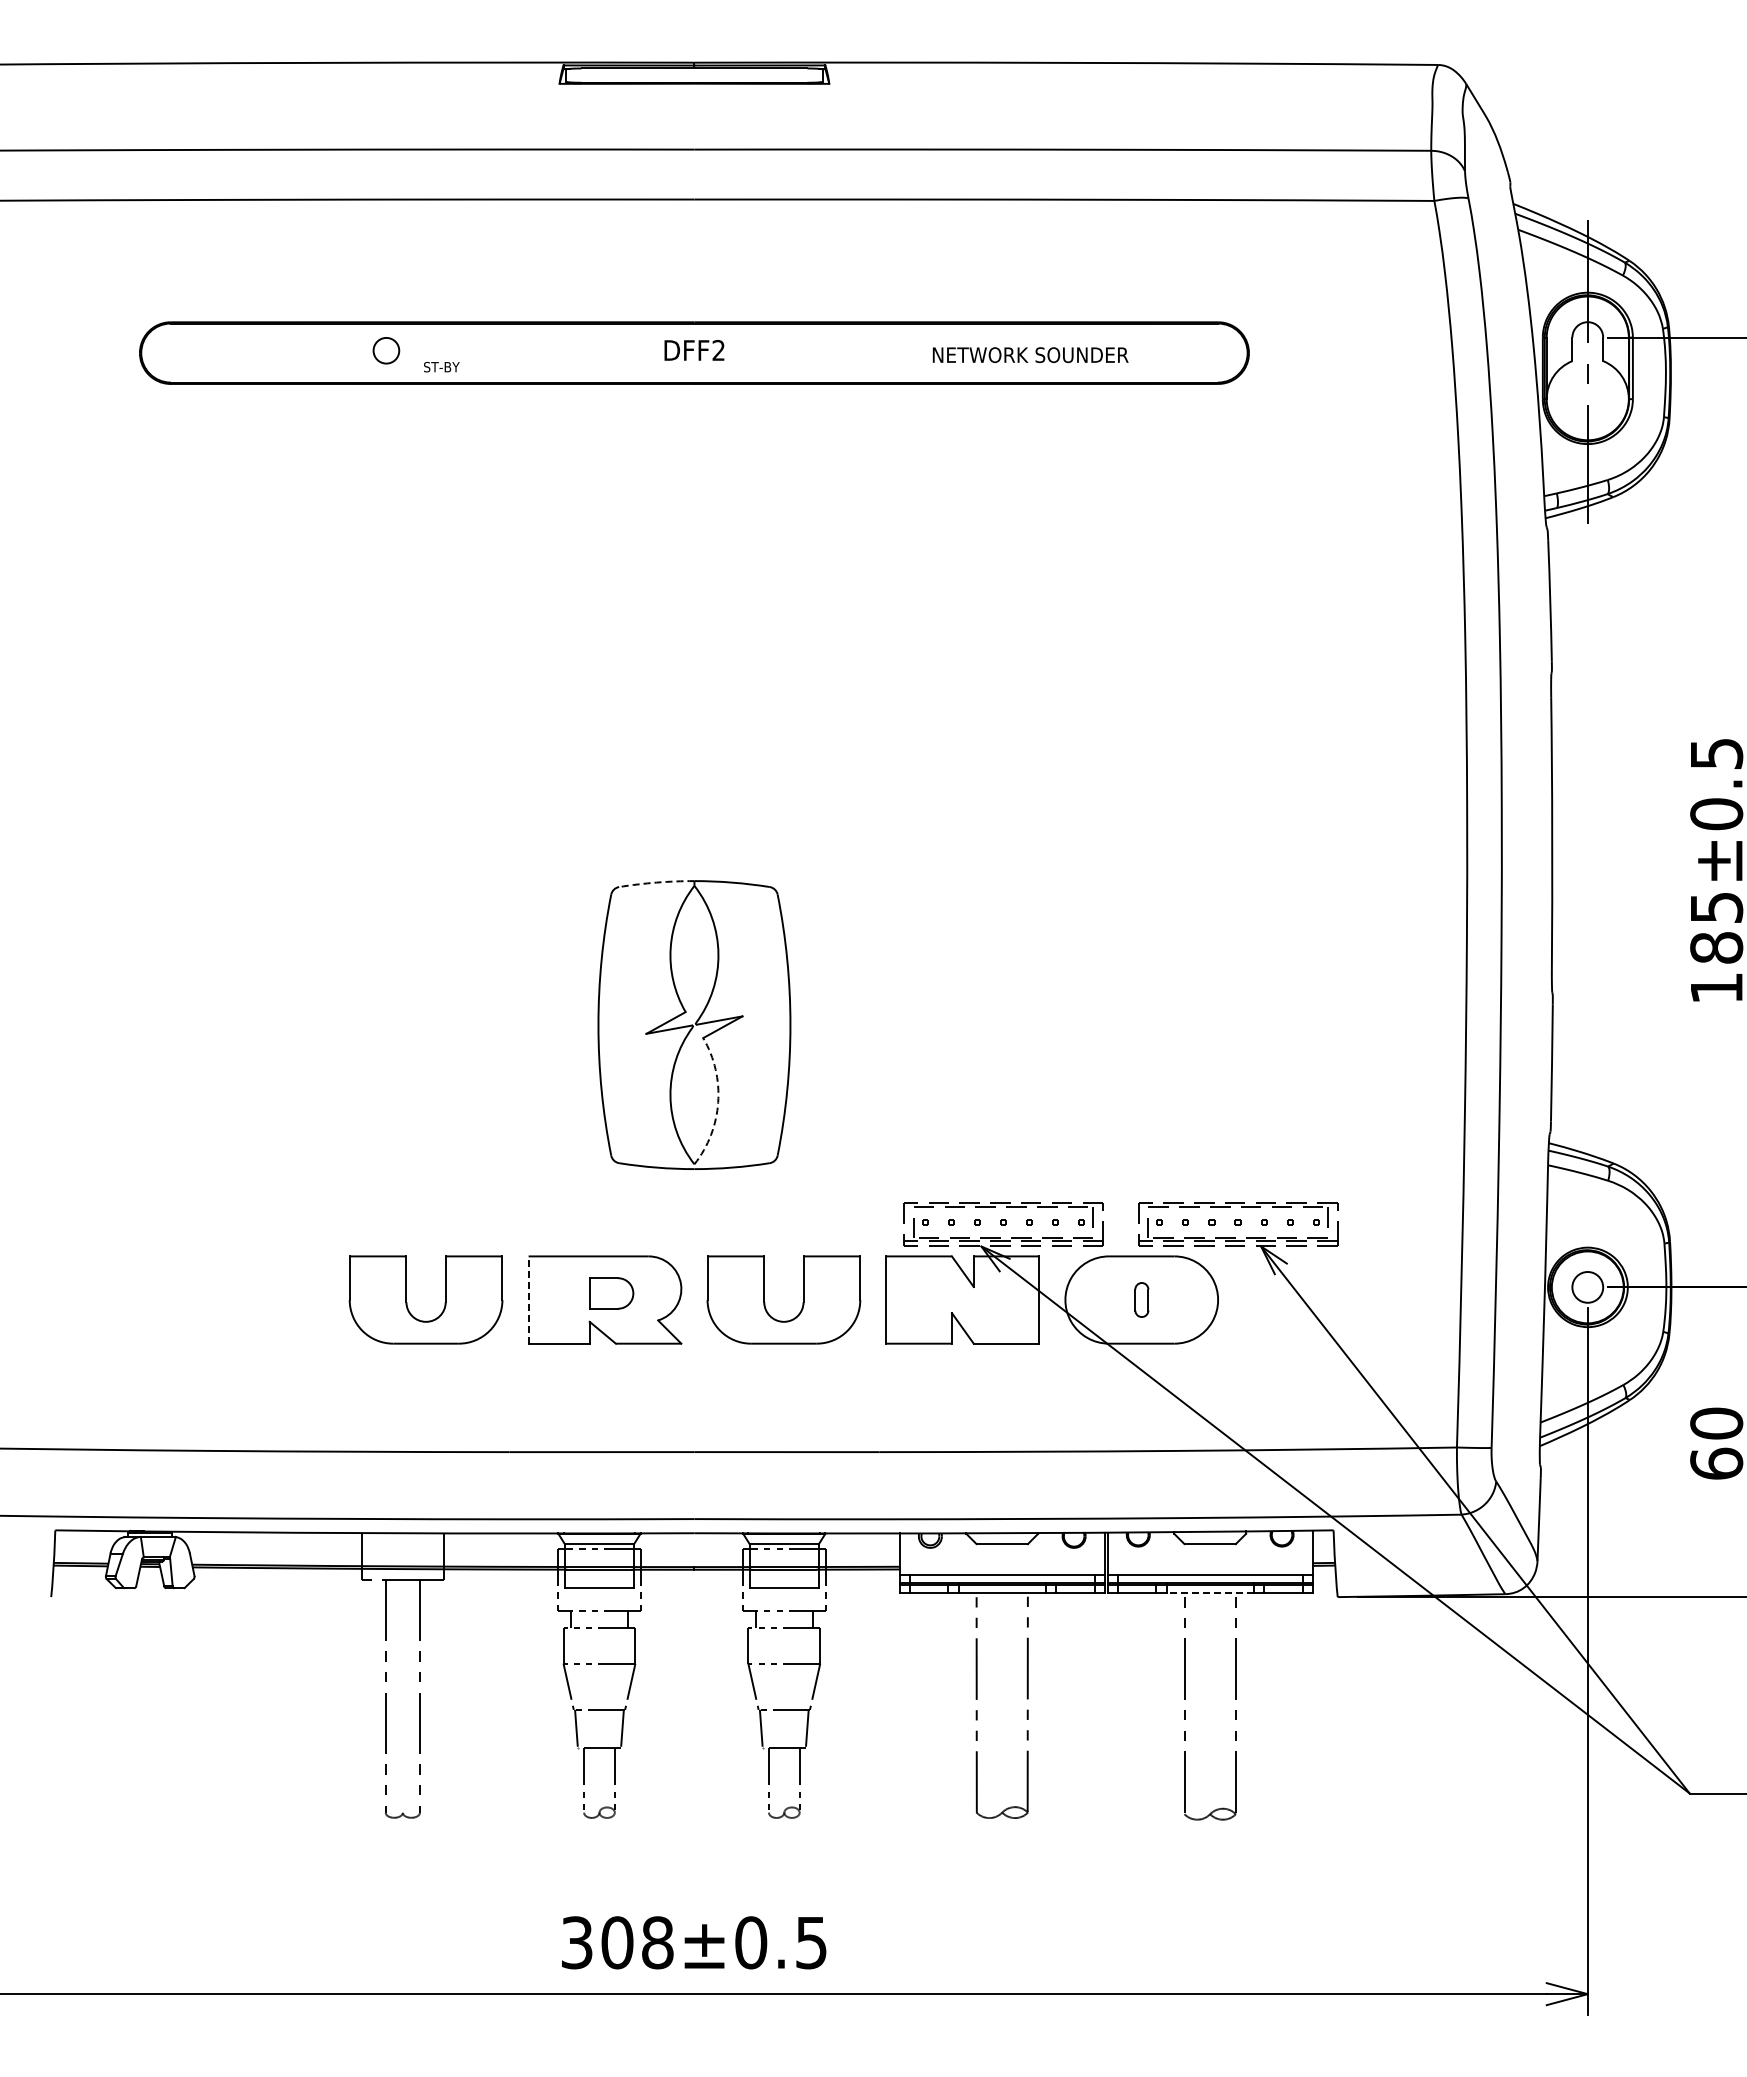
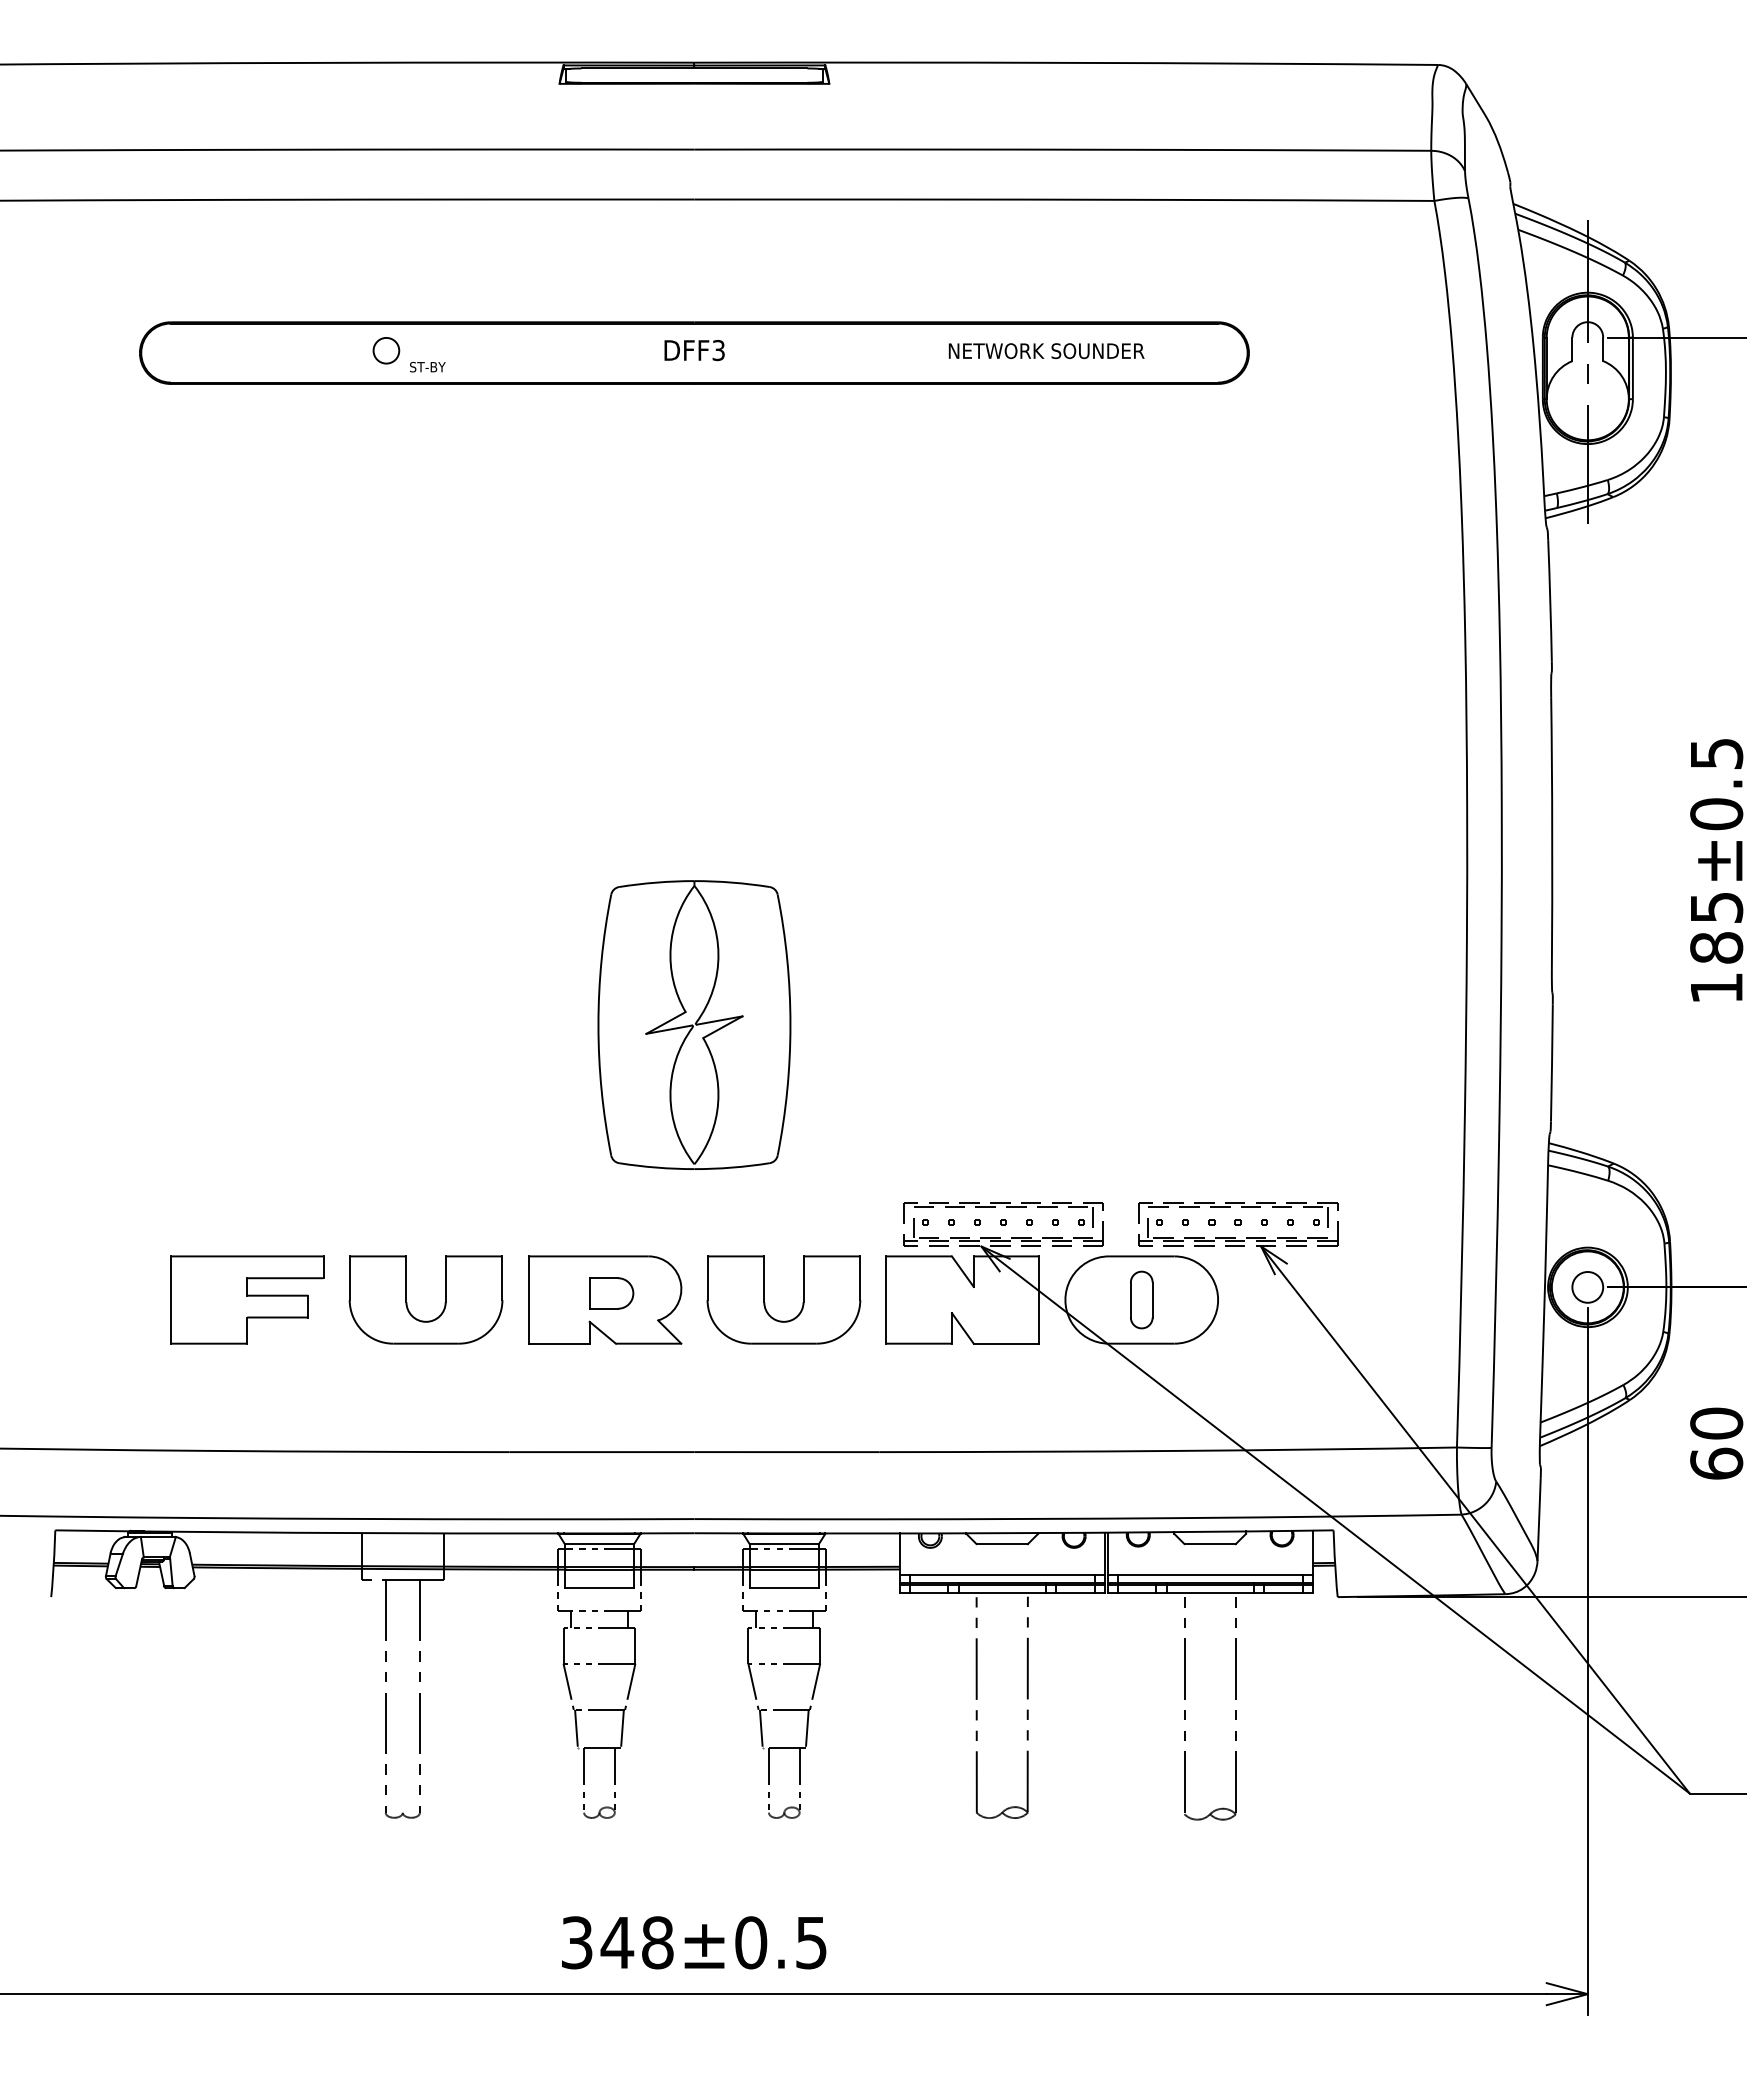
text at (718, 350): DFF2 -> DFF3
text at (1030, 355) position: (1030, 355) -> (1046, 351)
text at (441, 367) position: (441, 367) -> (427, 367)
arc at (656, 882): dashed -> solid
arc at (718, 1102): dashed -> solid
part at (247, 1299): none -> present
part at (1141, 1299) size: 16x36 px -> 24x60 px
line at (528, 1300): dashed -> solid
line at (1210, 1592): dashed -> solid
text at (617, 1942): 308±0.5 -> 348±0.5
